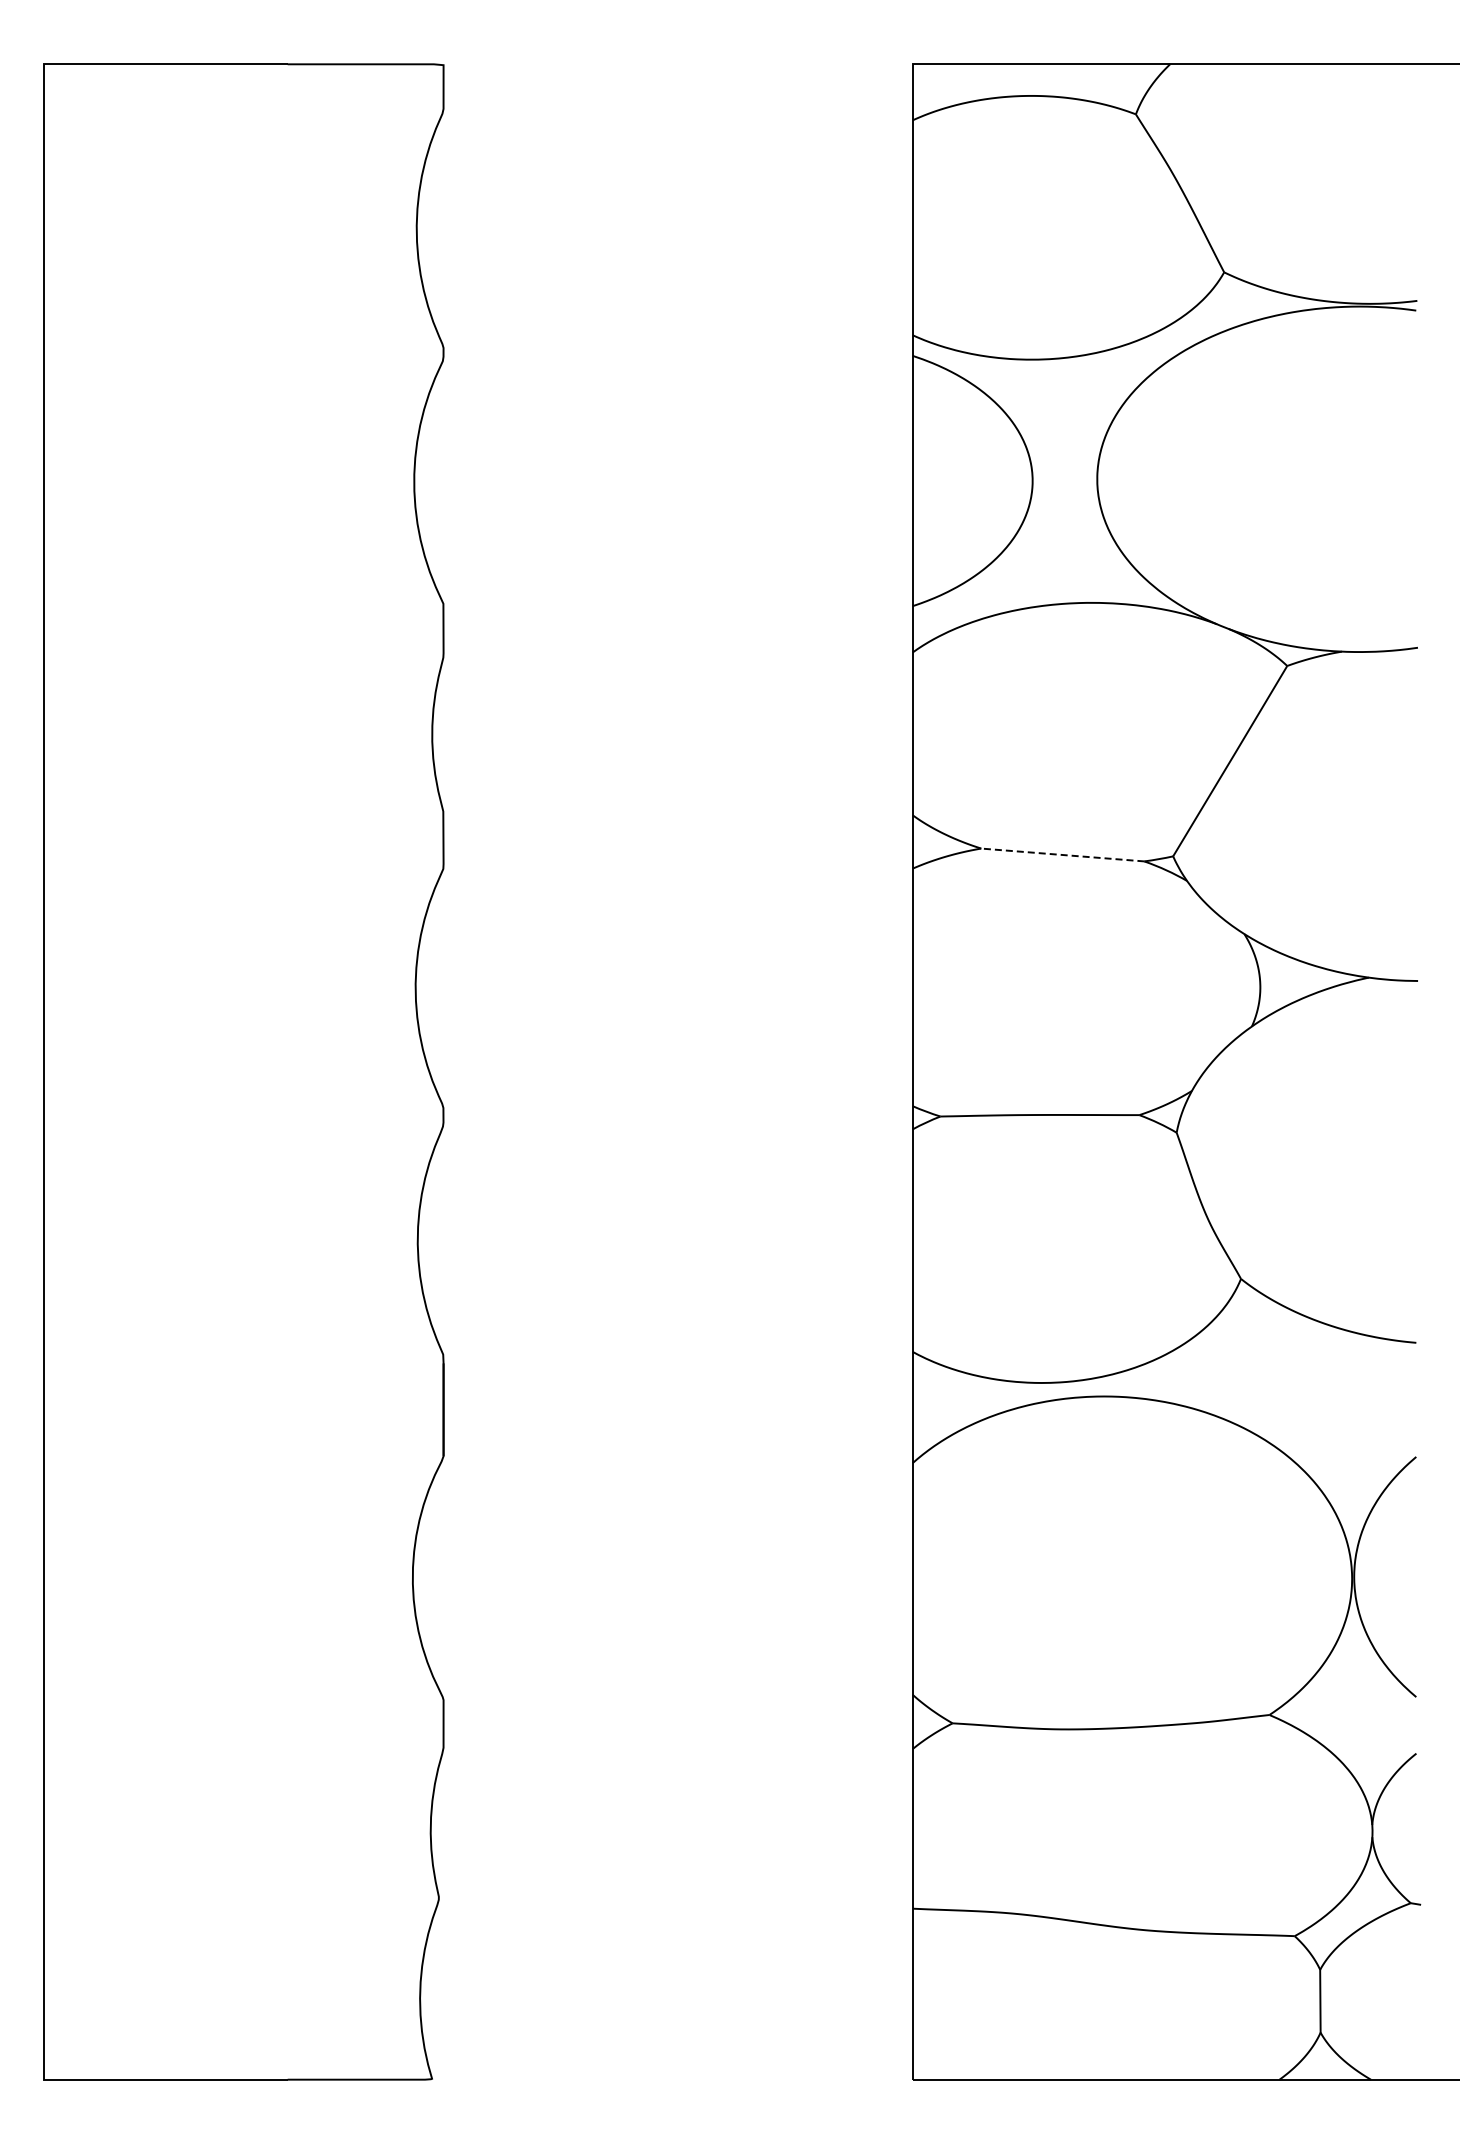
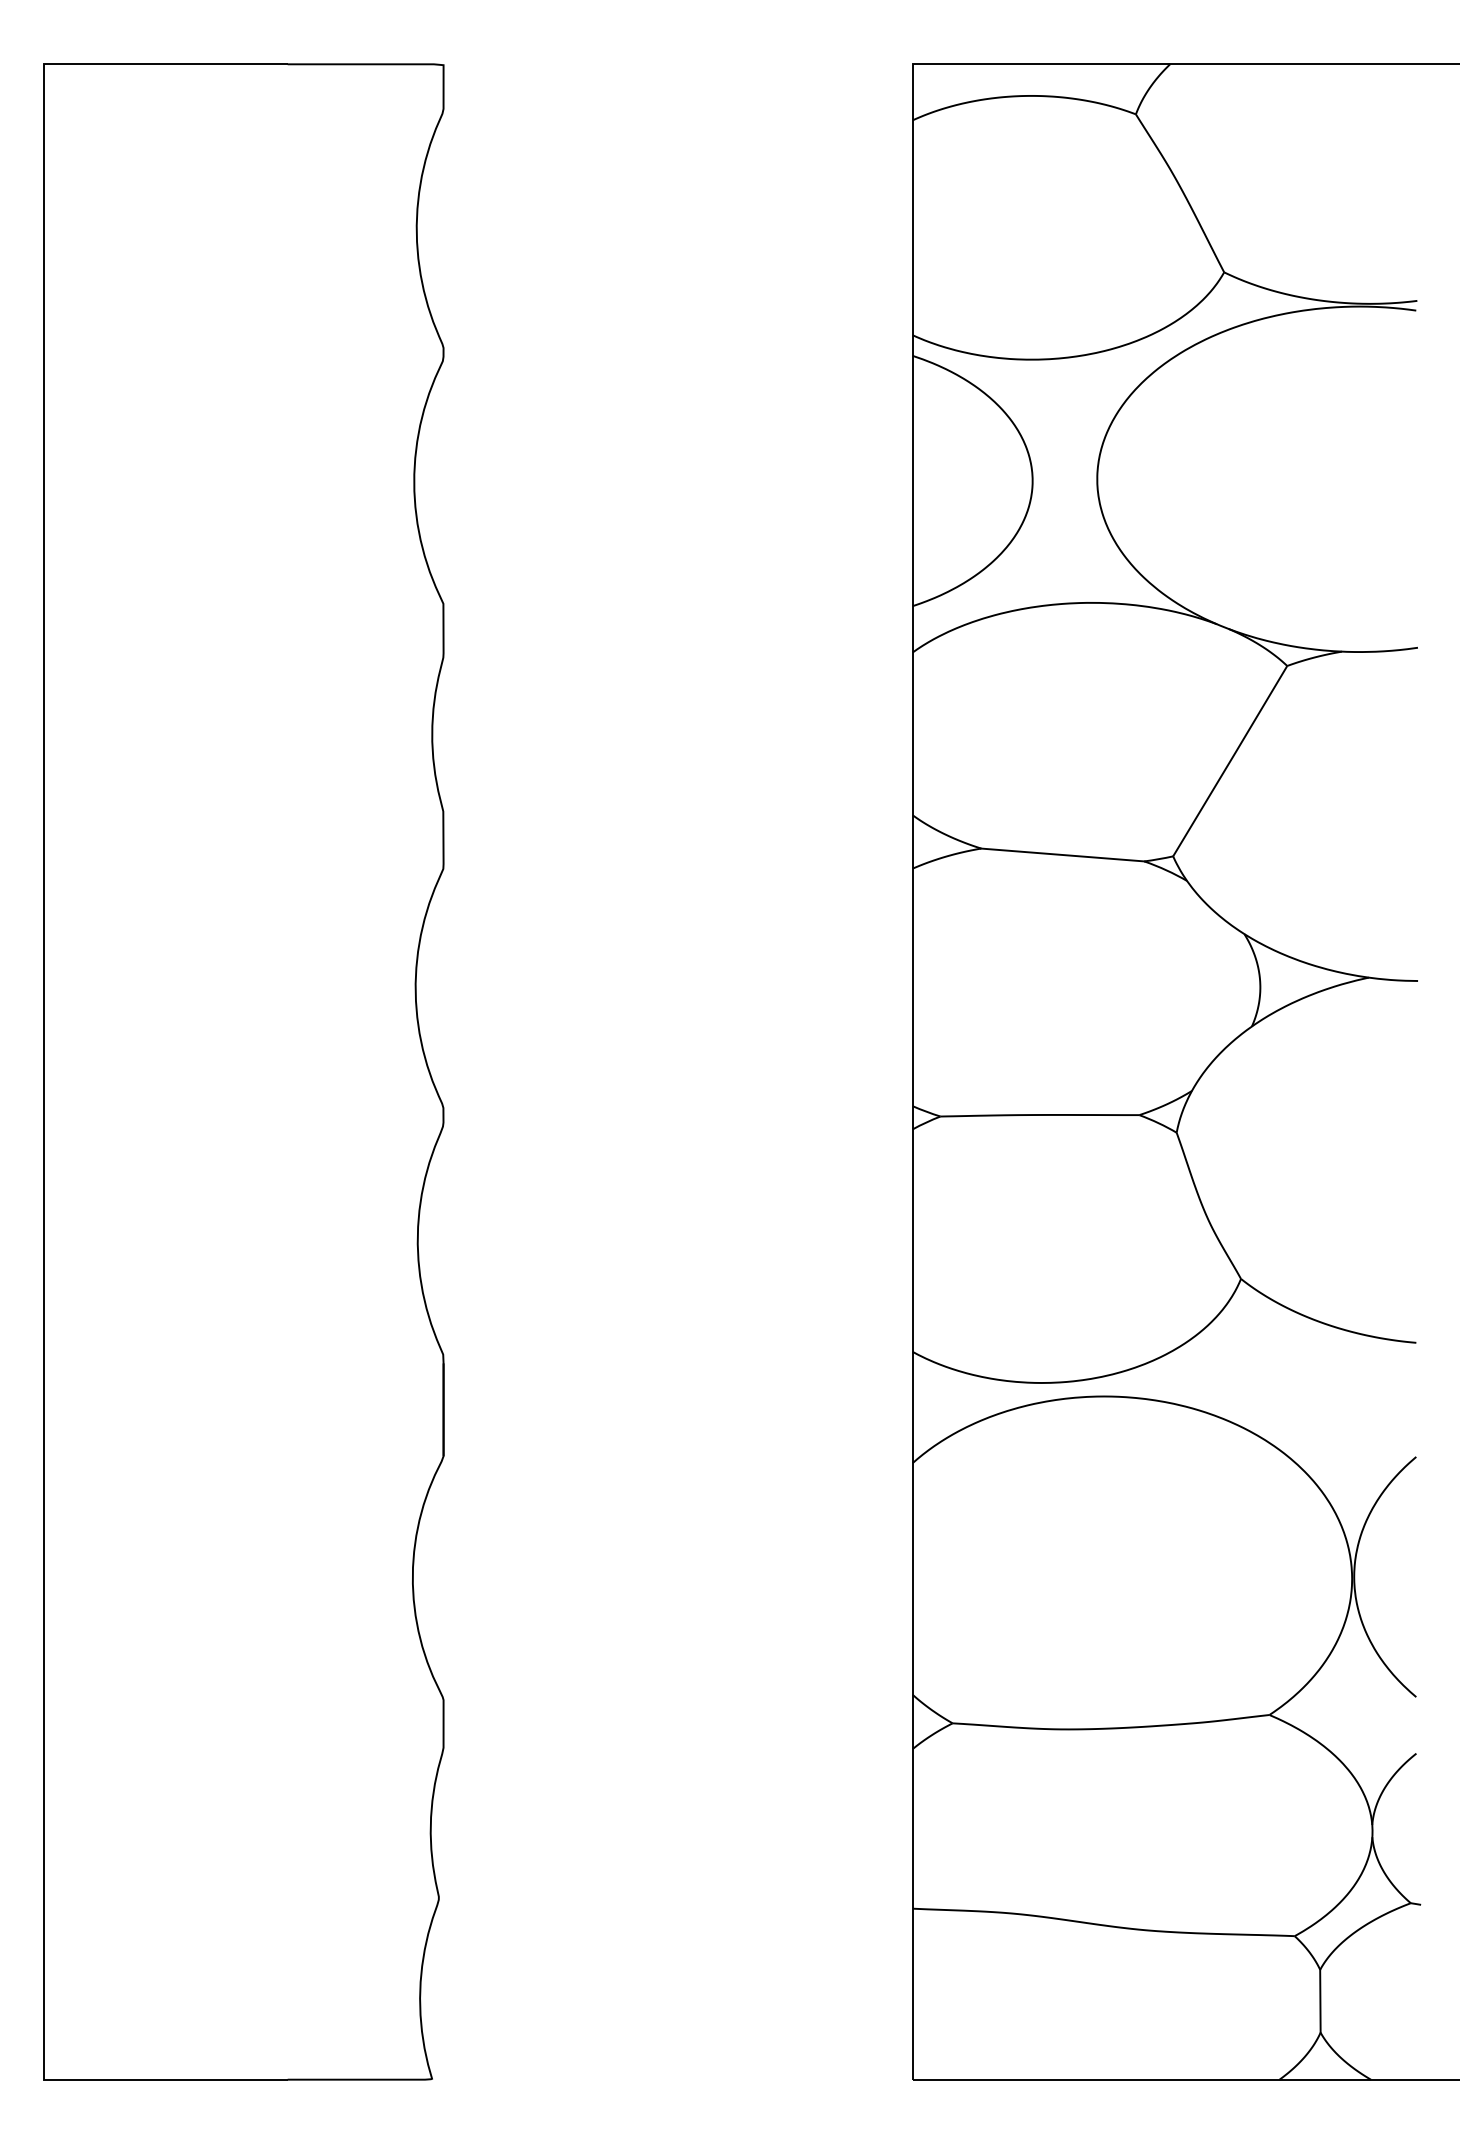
line at (1062, 855): dashed -> solid
